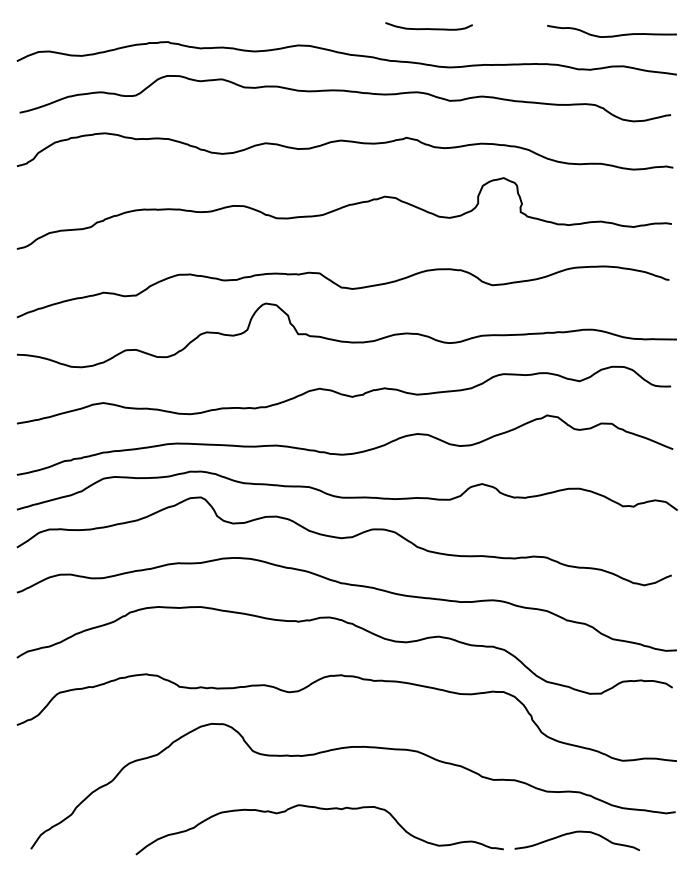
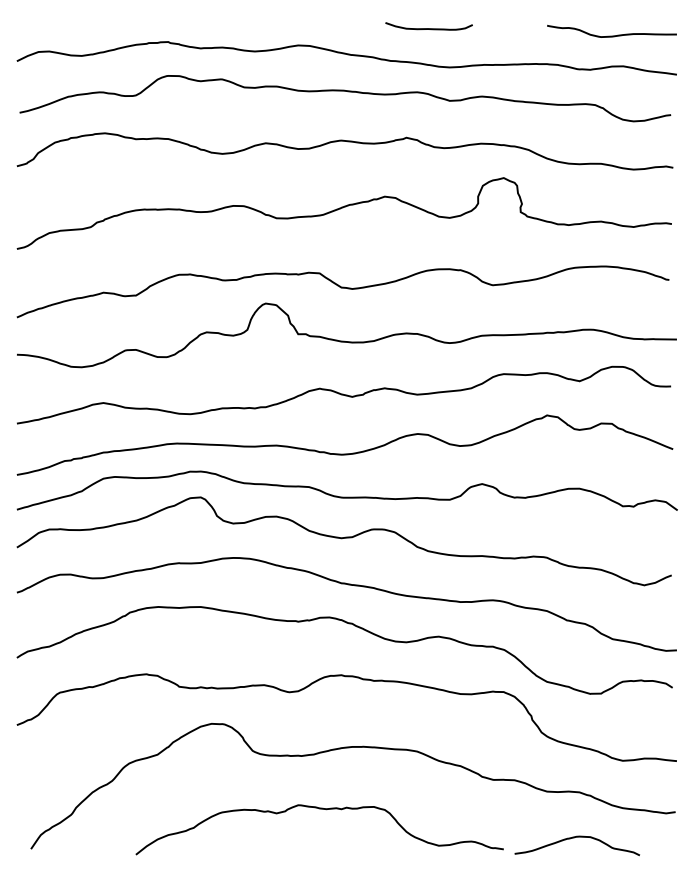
curve at (574, 833) position: (574, 833) -> (574, 838)
